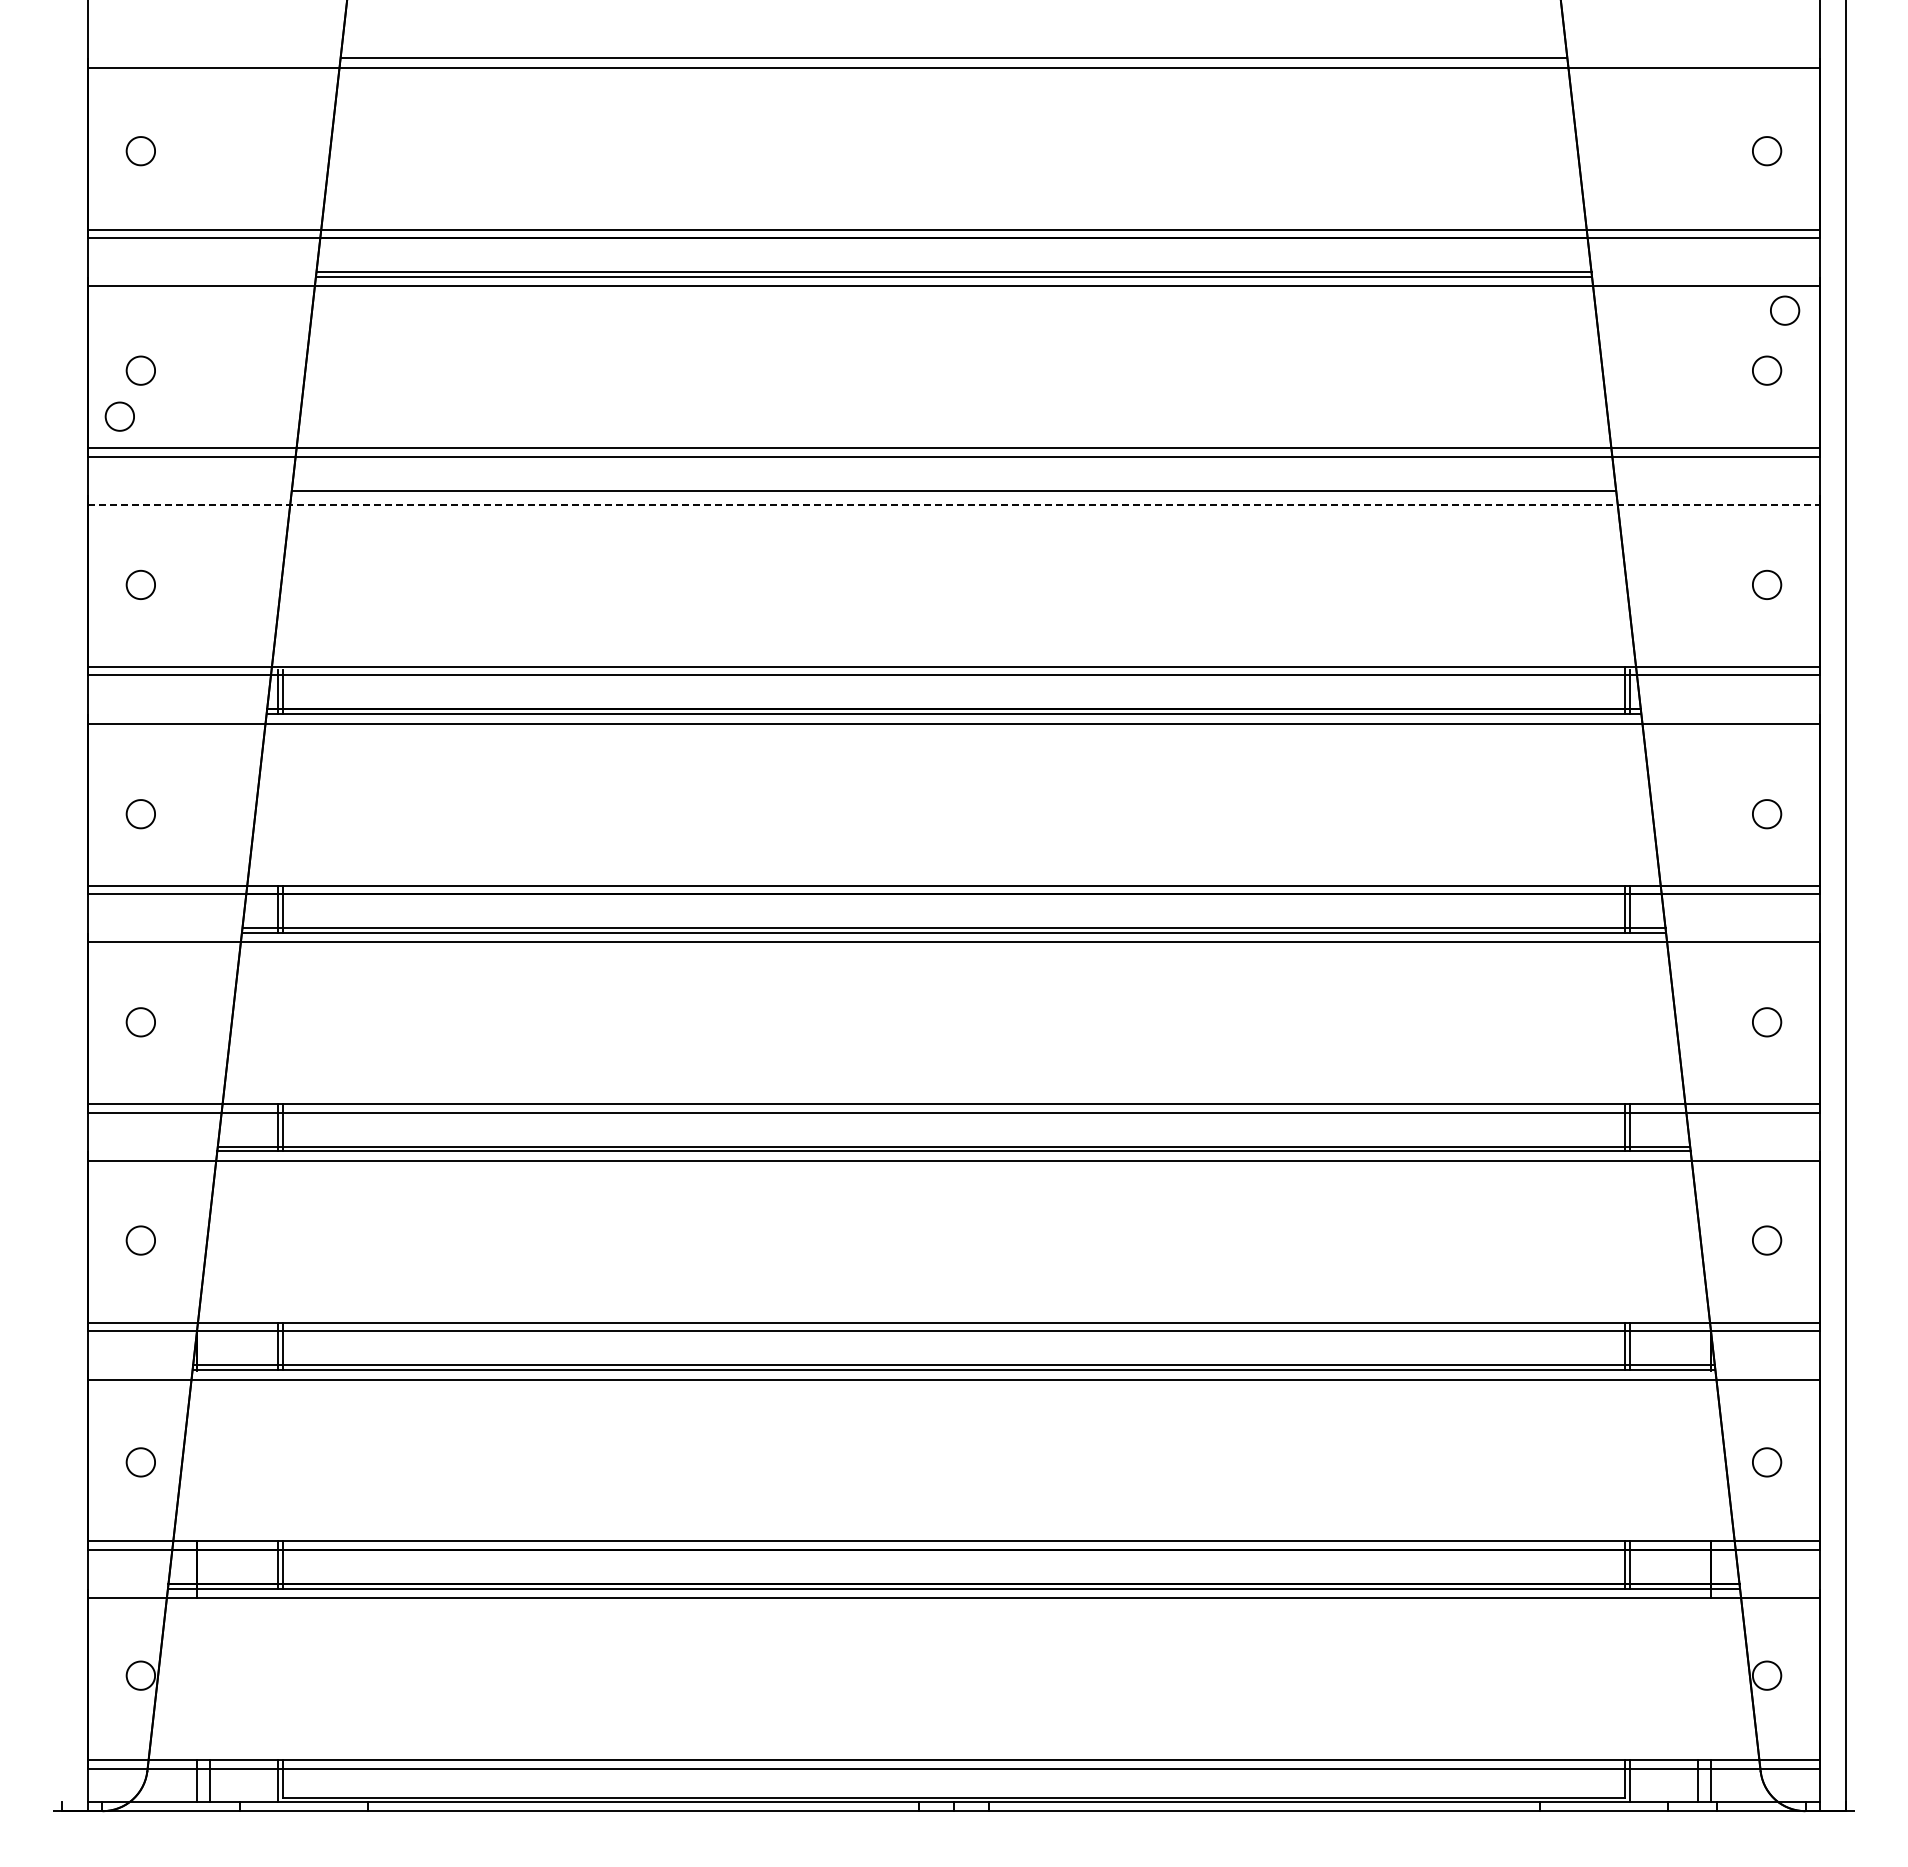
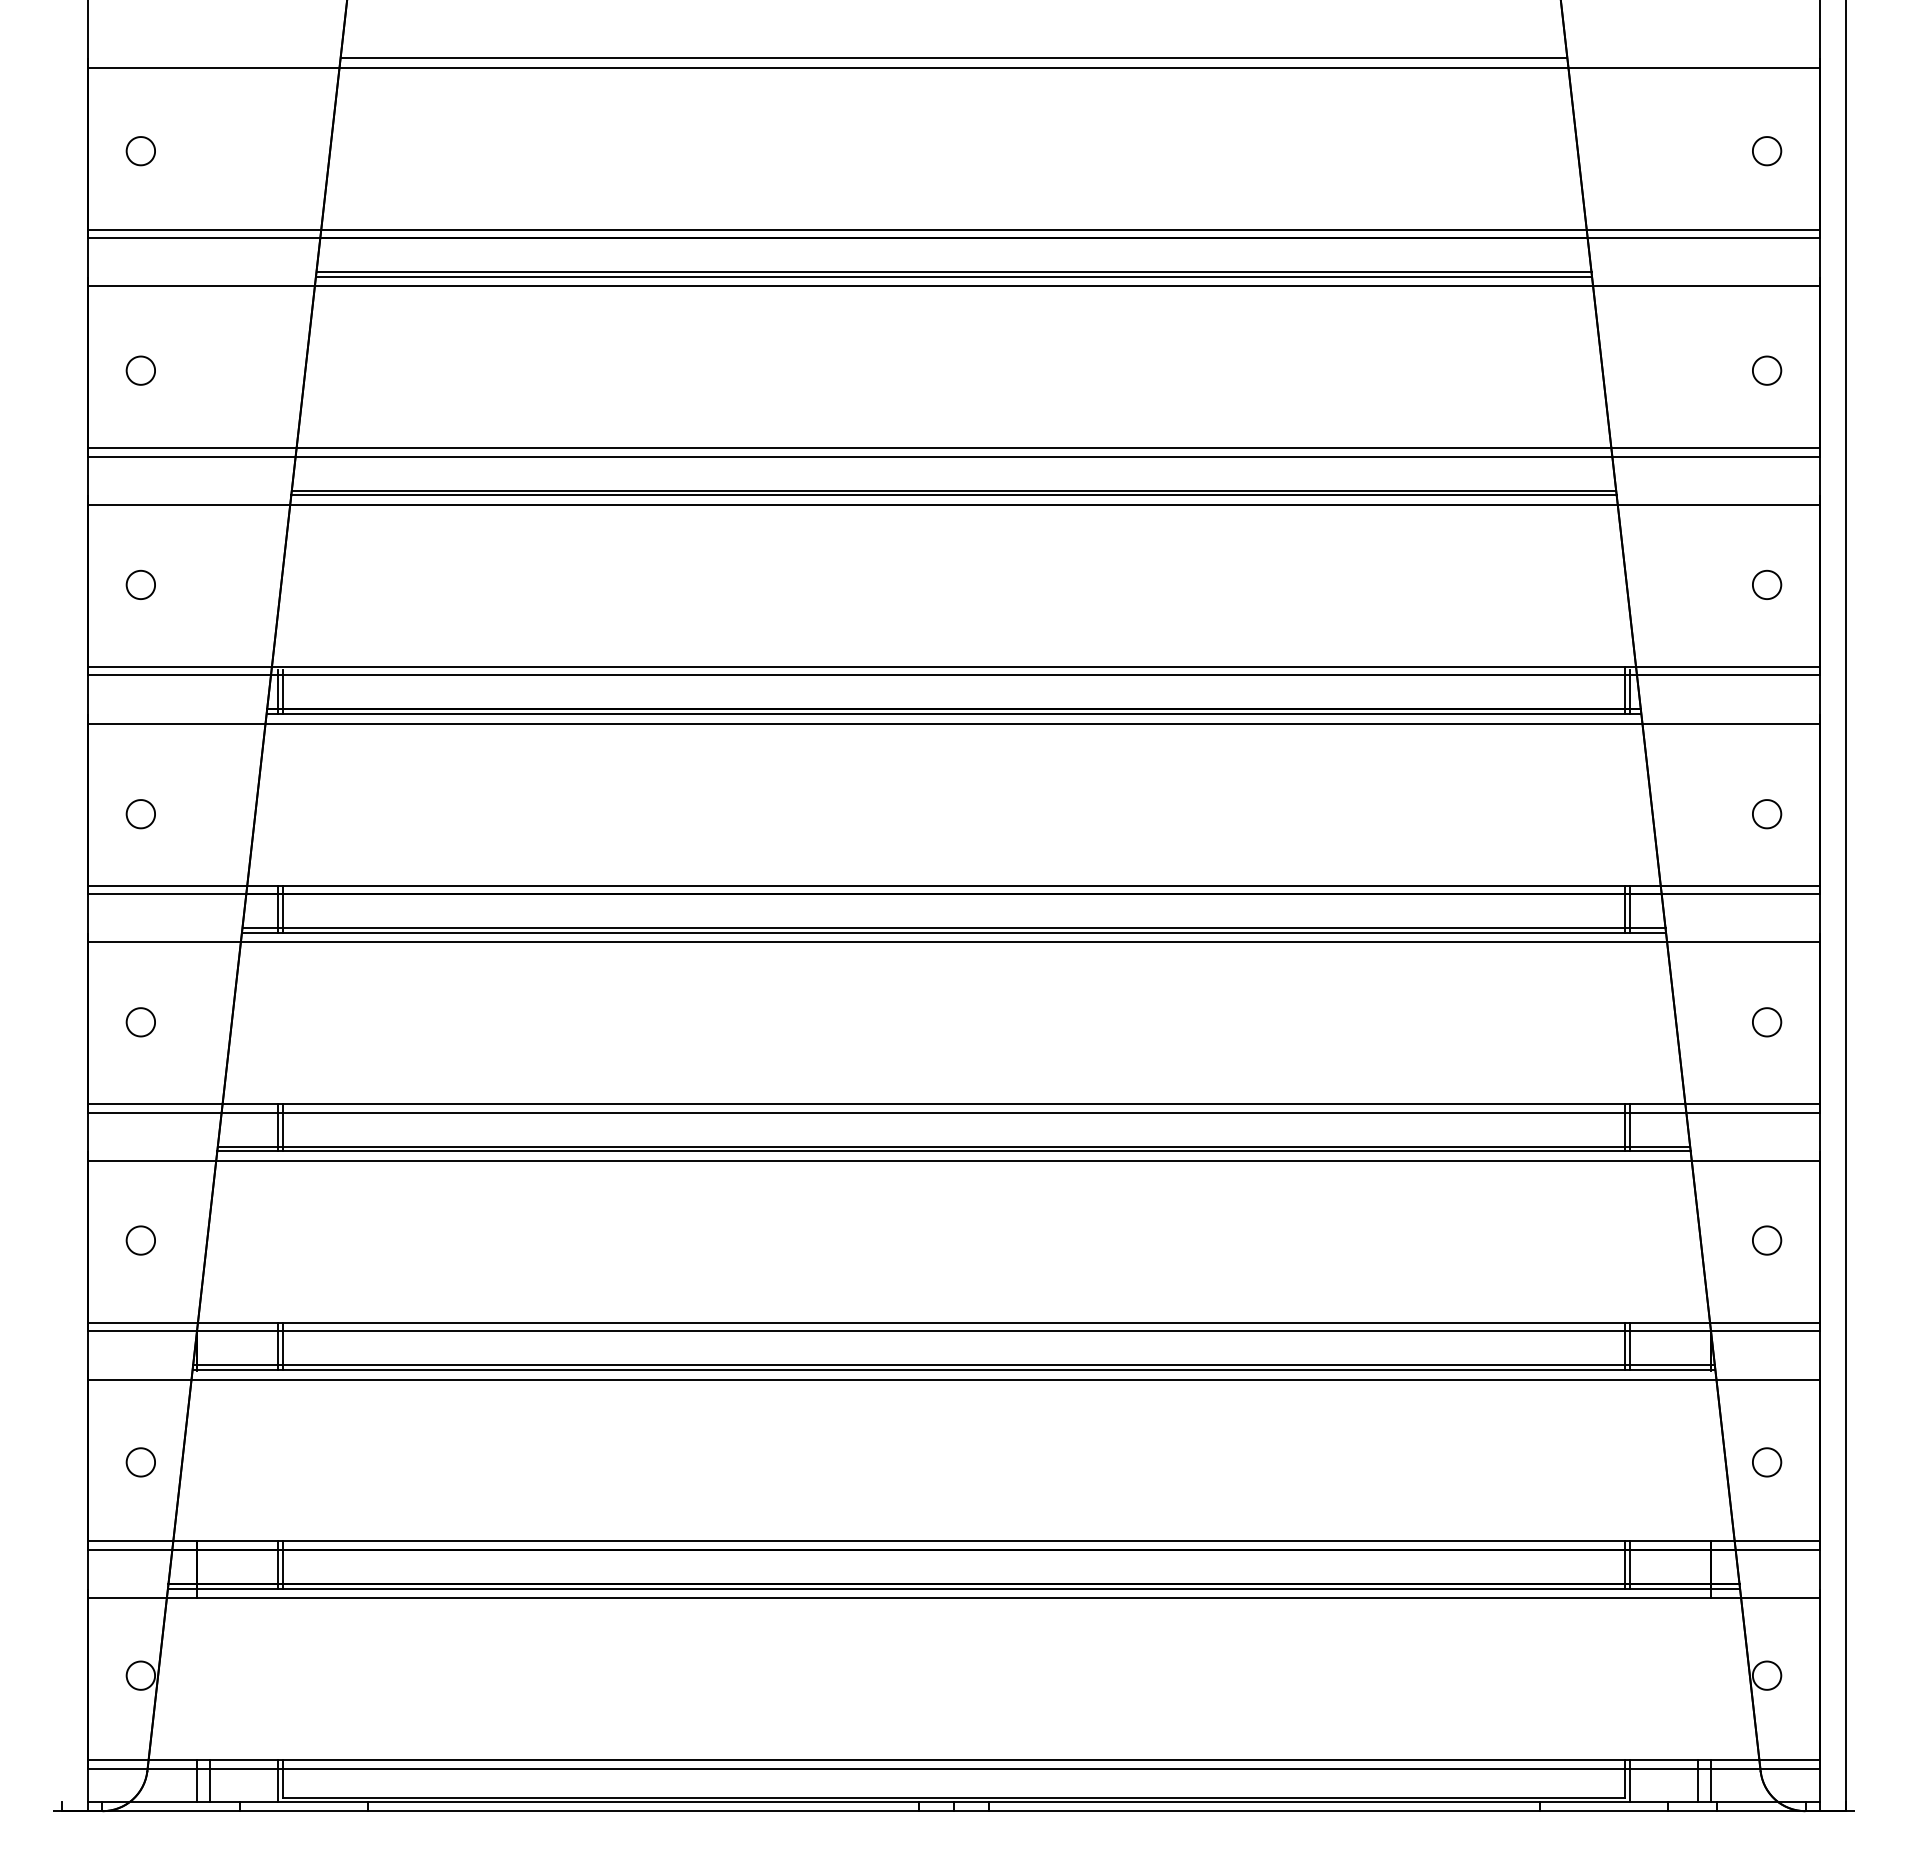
part at (1785, 310): present -> none
part at (119, 416): present -> none
line at (953, 495): none -> present
line at (954, 505): dashed -> solid
